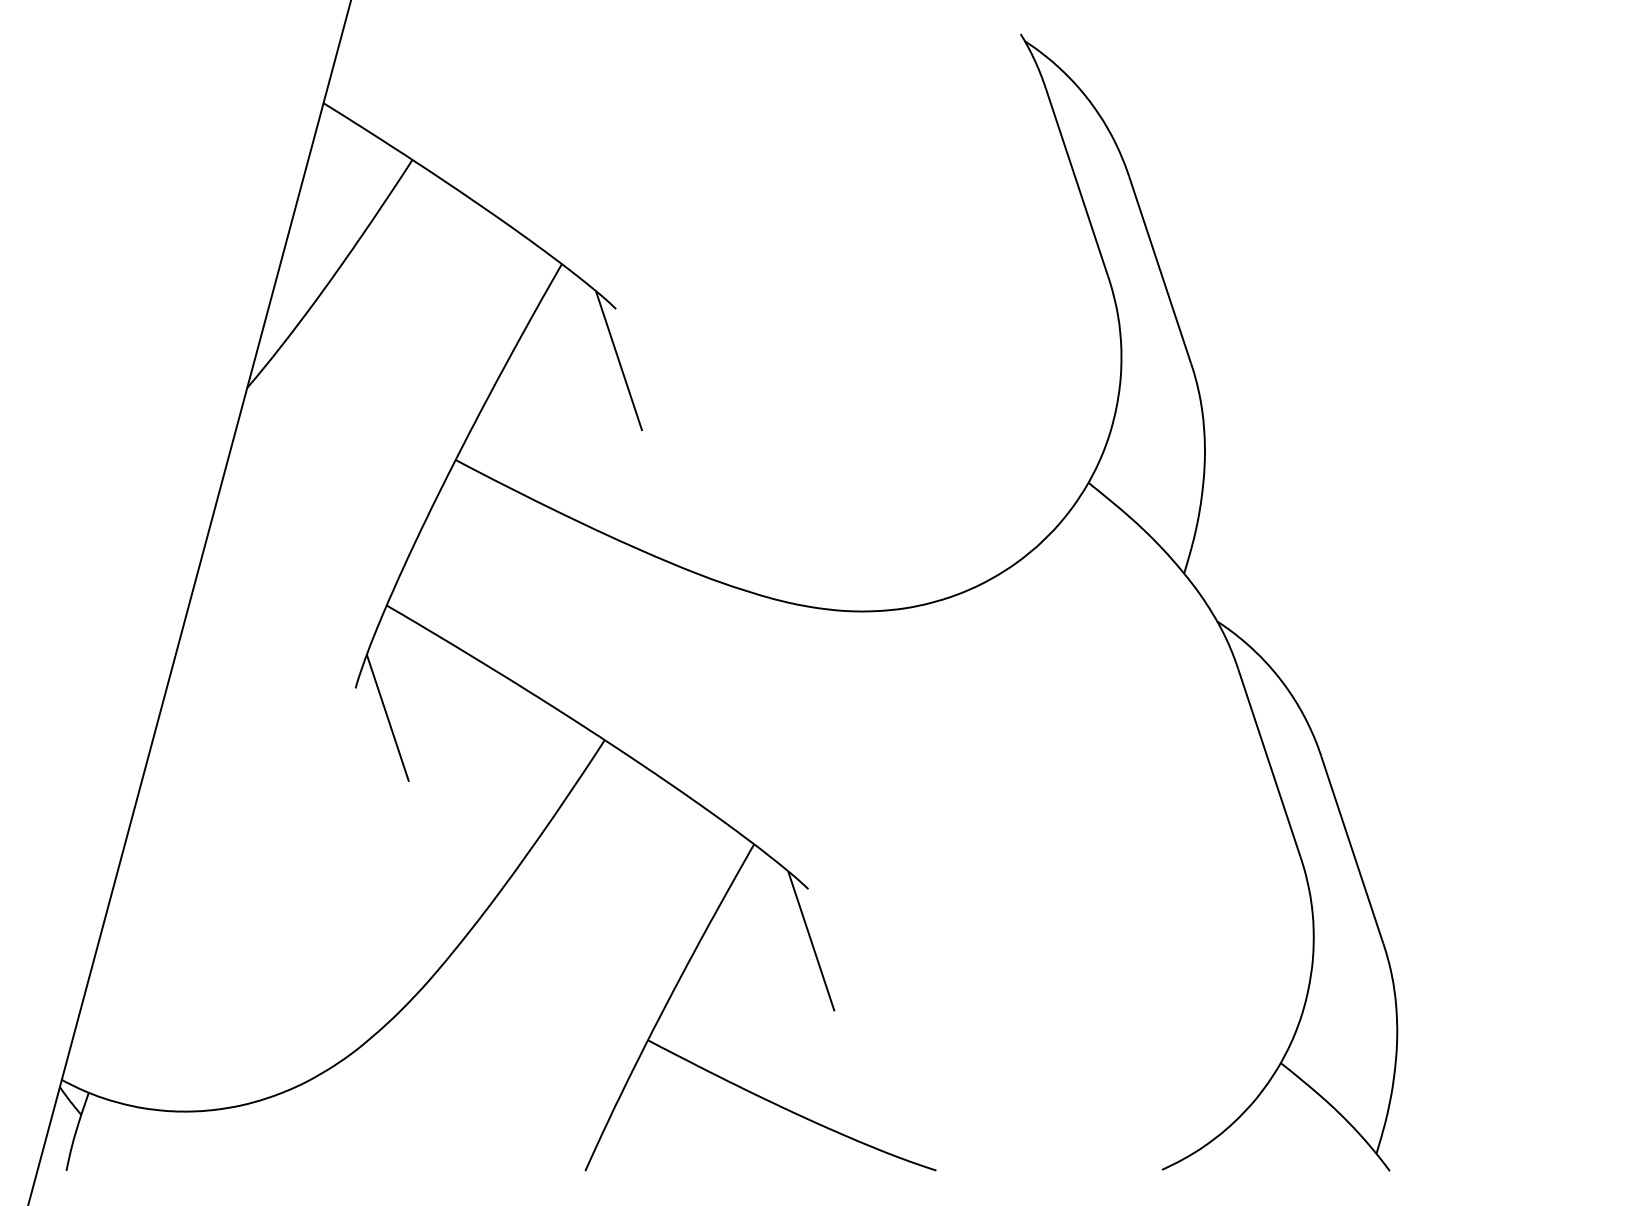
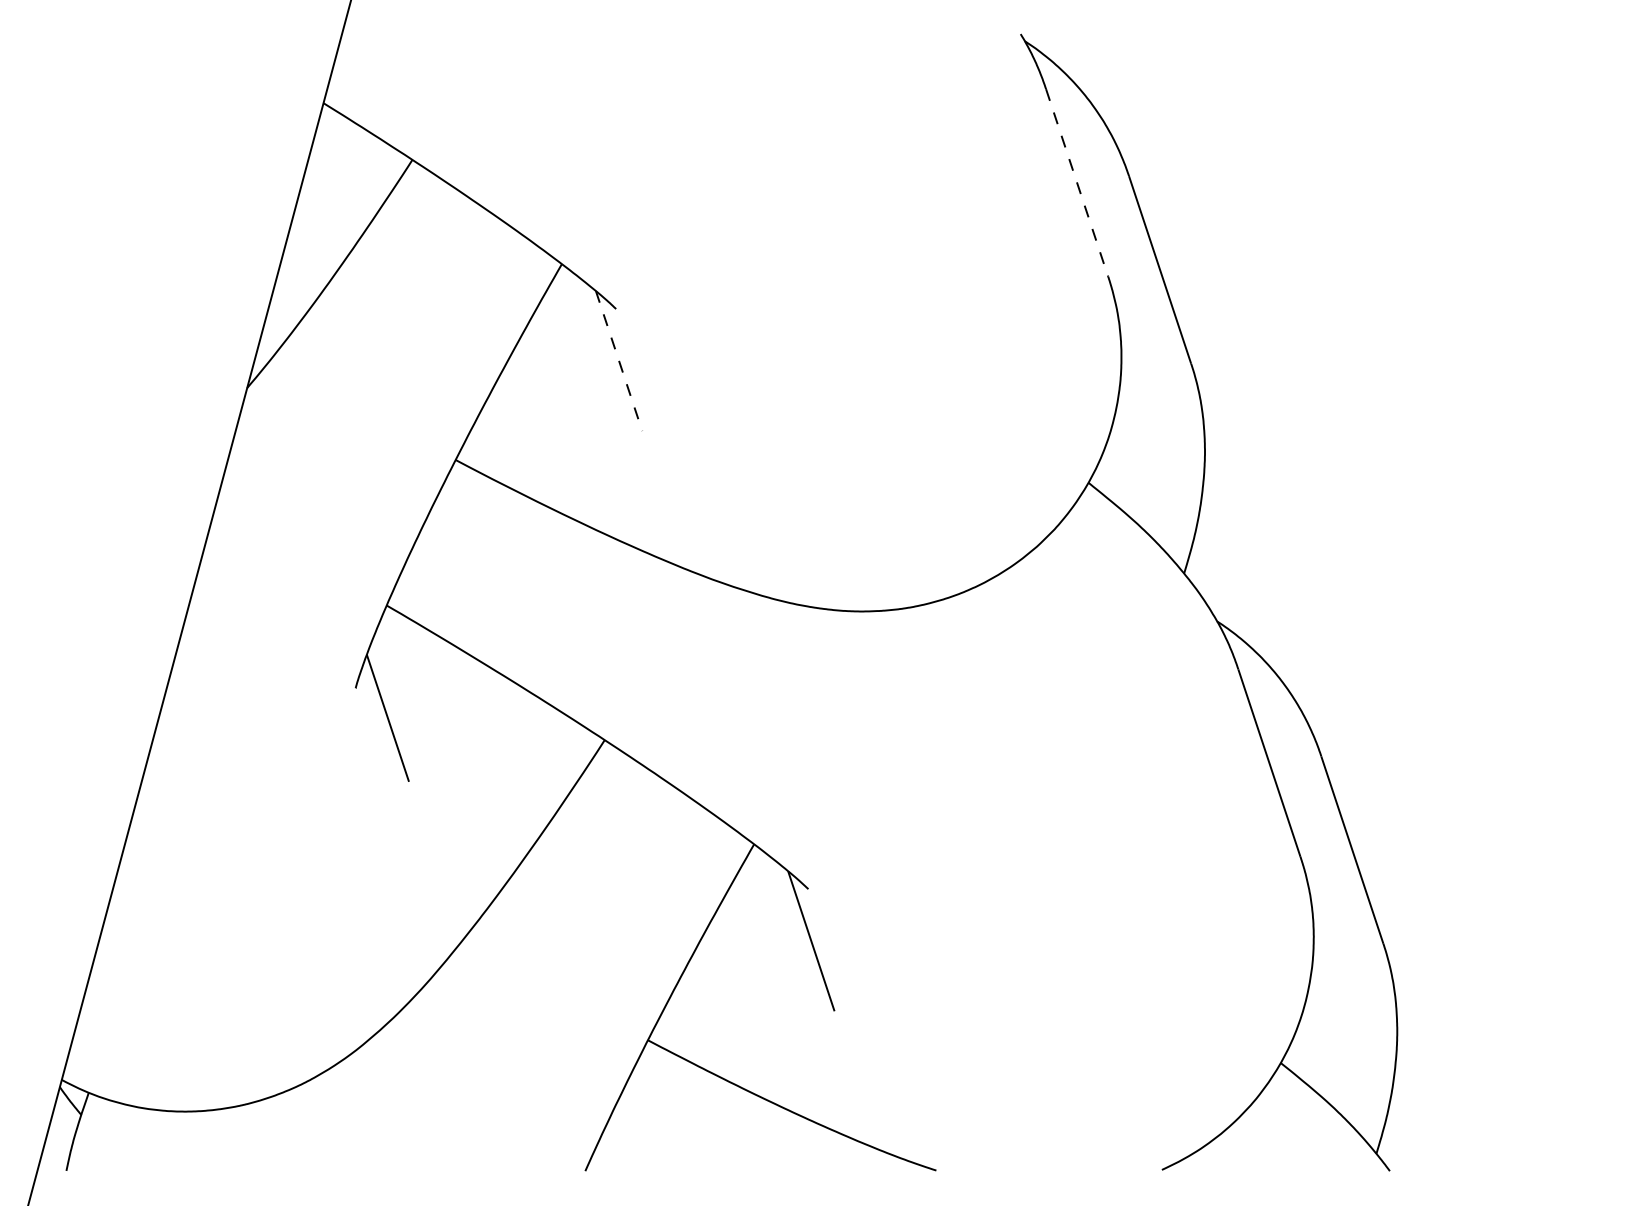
line at (1077, 182): solid -> dashed
line at (619, 361): solid -> dashed
